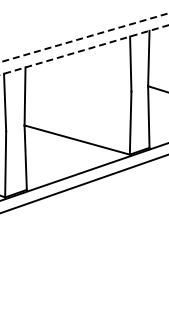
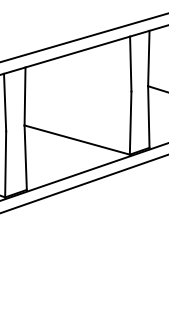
line at (84, 37): dashed -> solid
line at (84, 50): dashed -> solid
